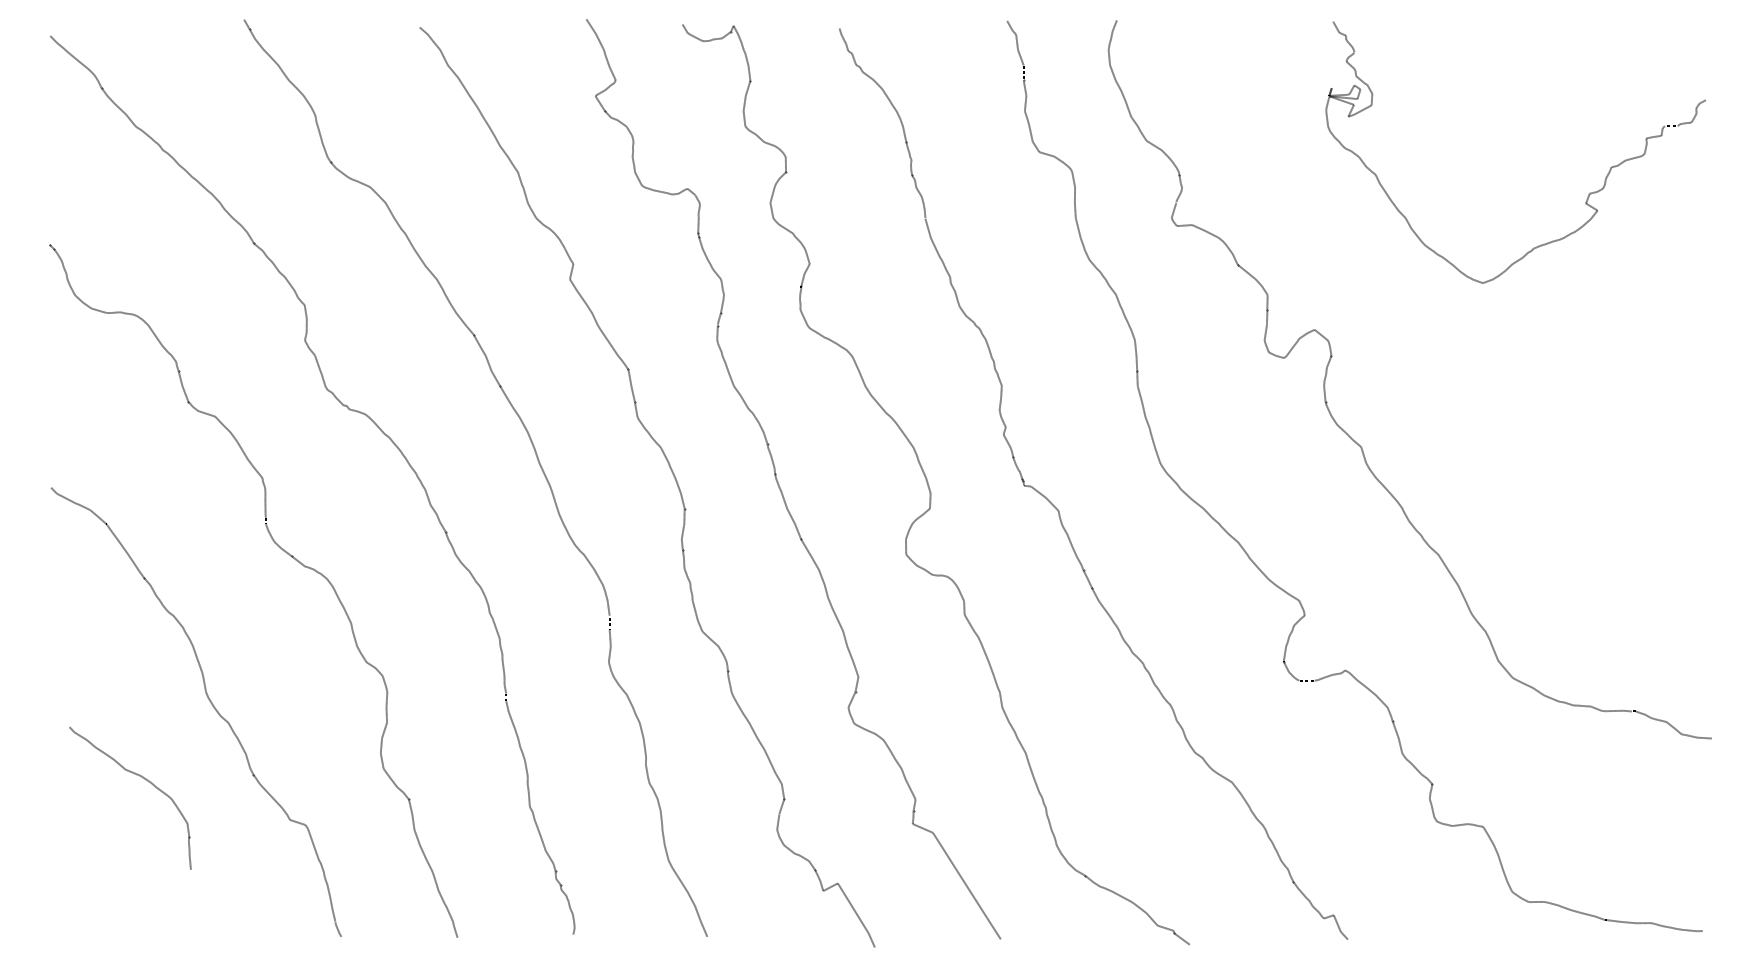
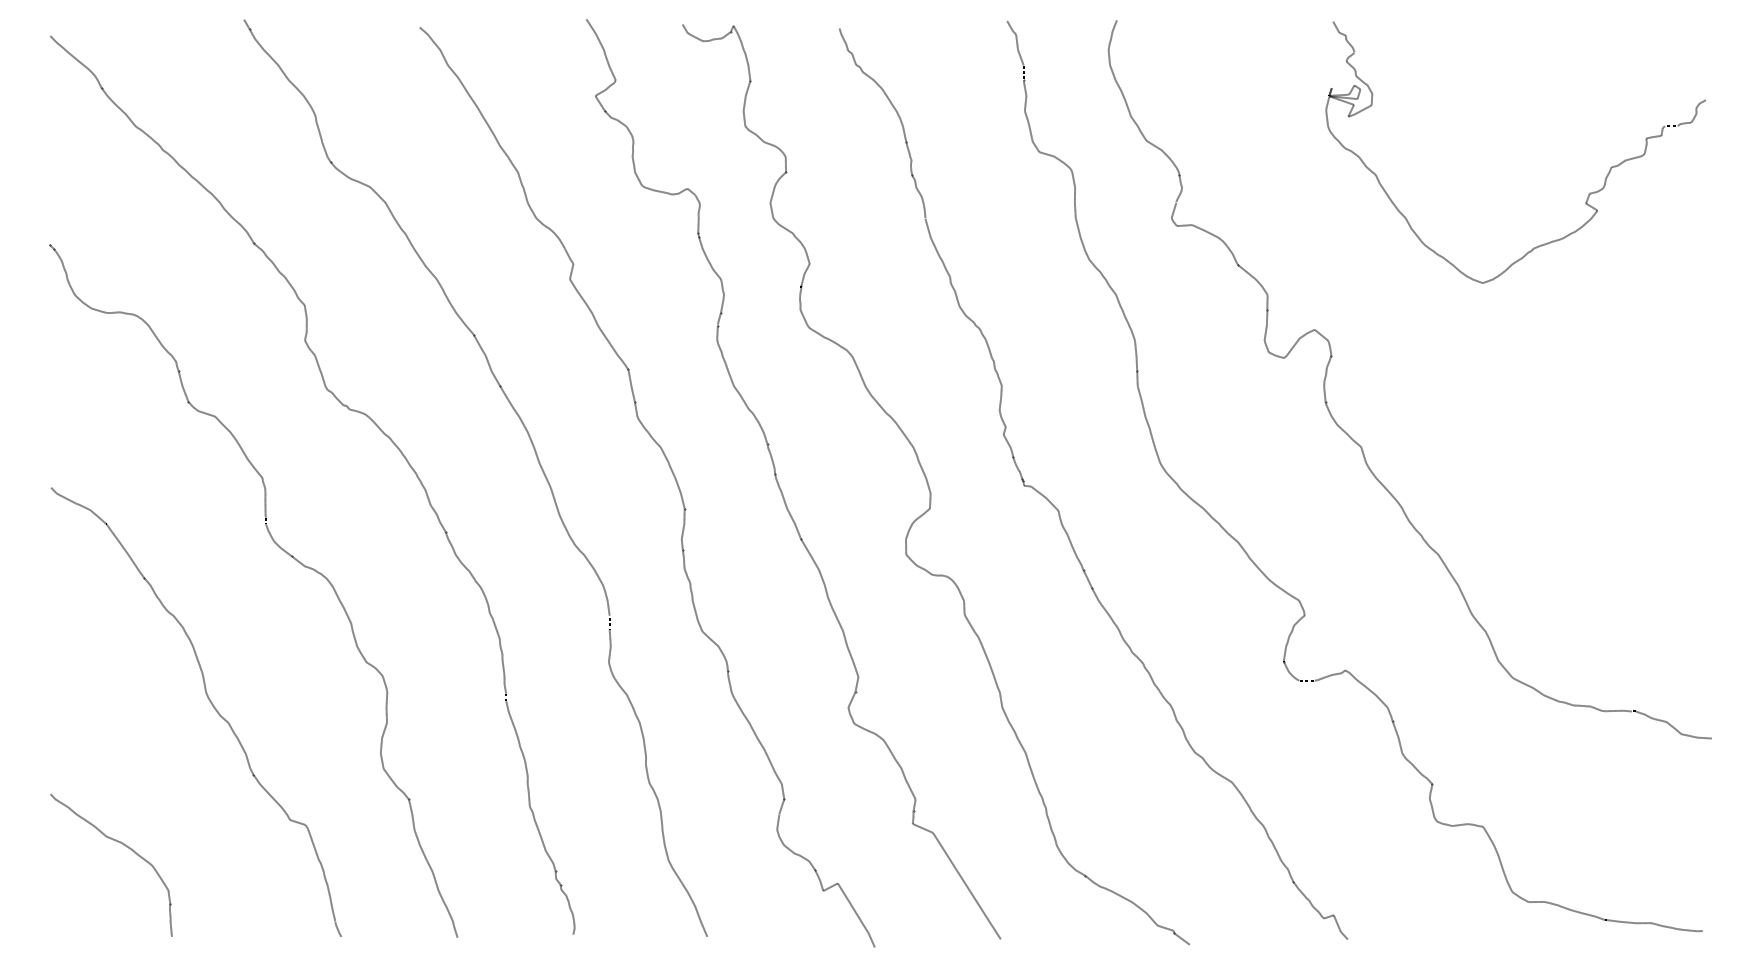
curve at (142, 778) position: (142, 778) -> (123, 845)
